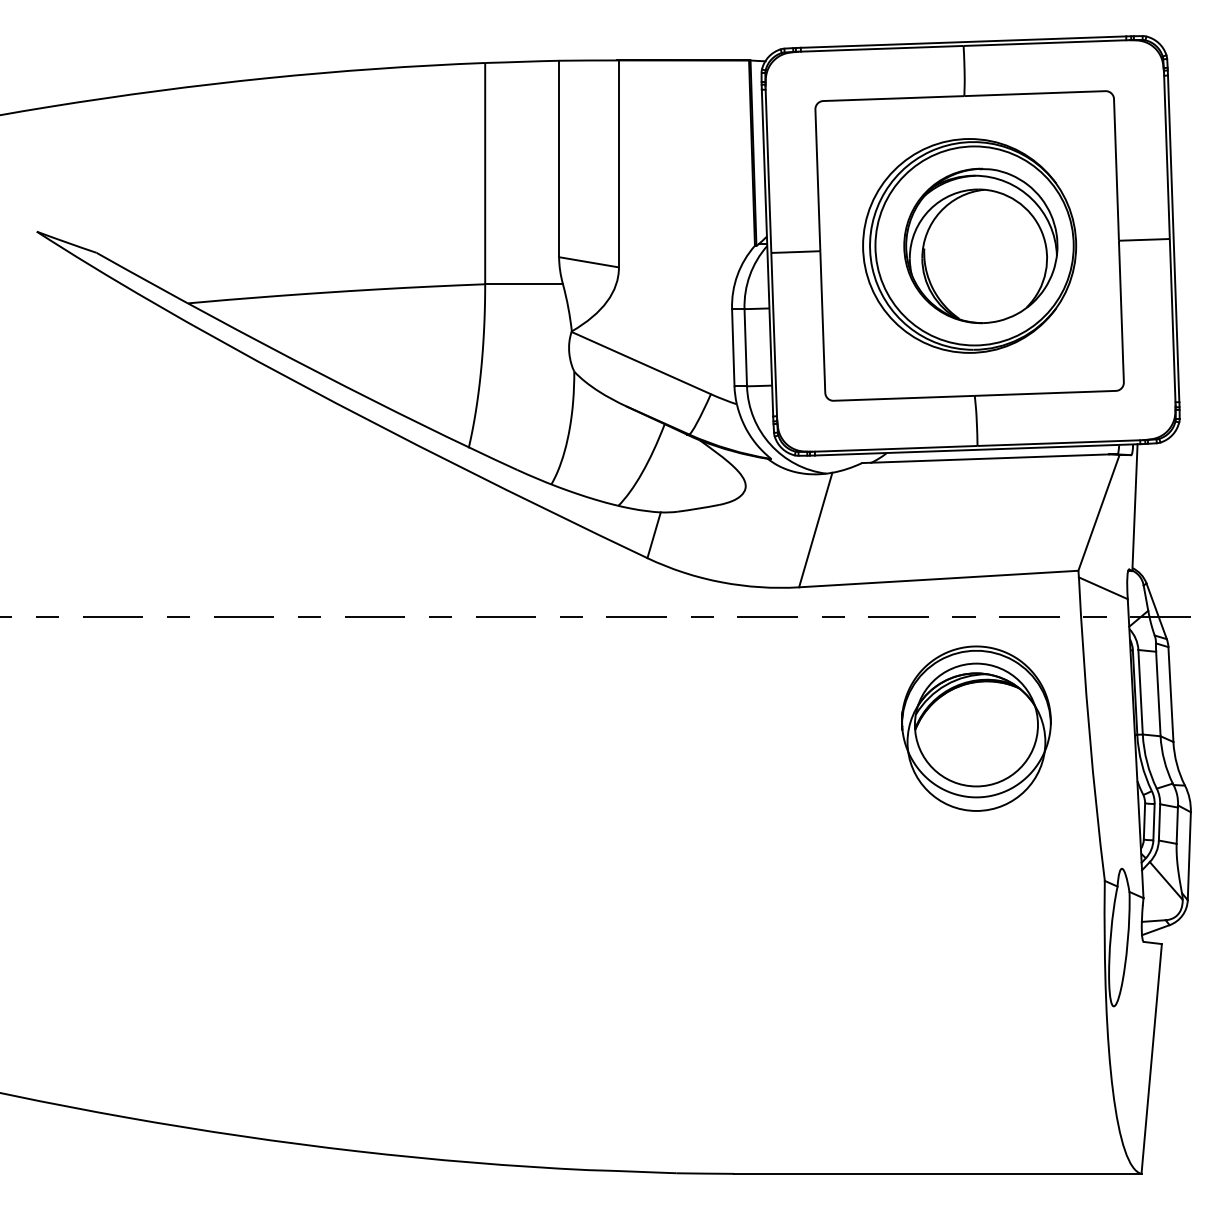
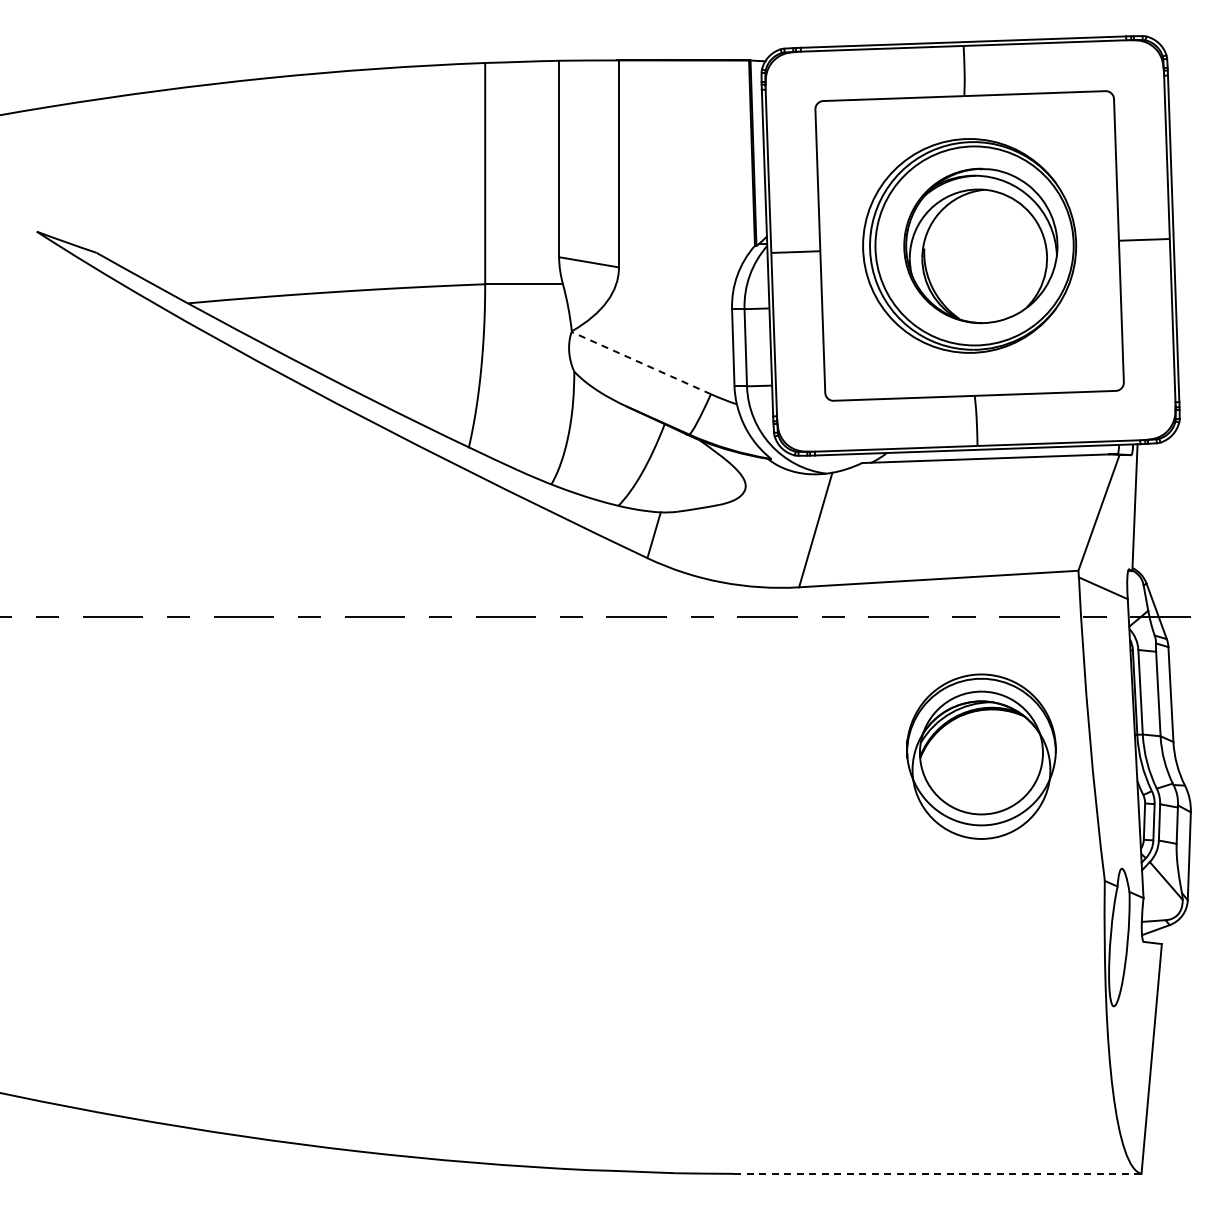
line at (640, 362): solid -> dashed
part at (976, 728) position: (976, 728) -> (981, 756)
line at (937, 1173): solid -> dashed
